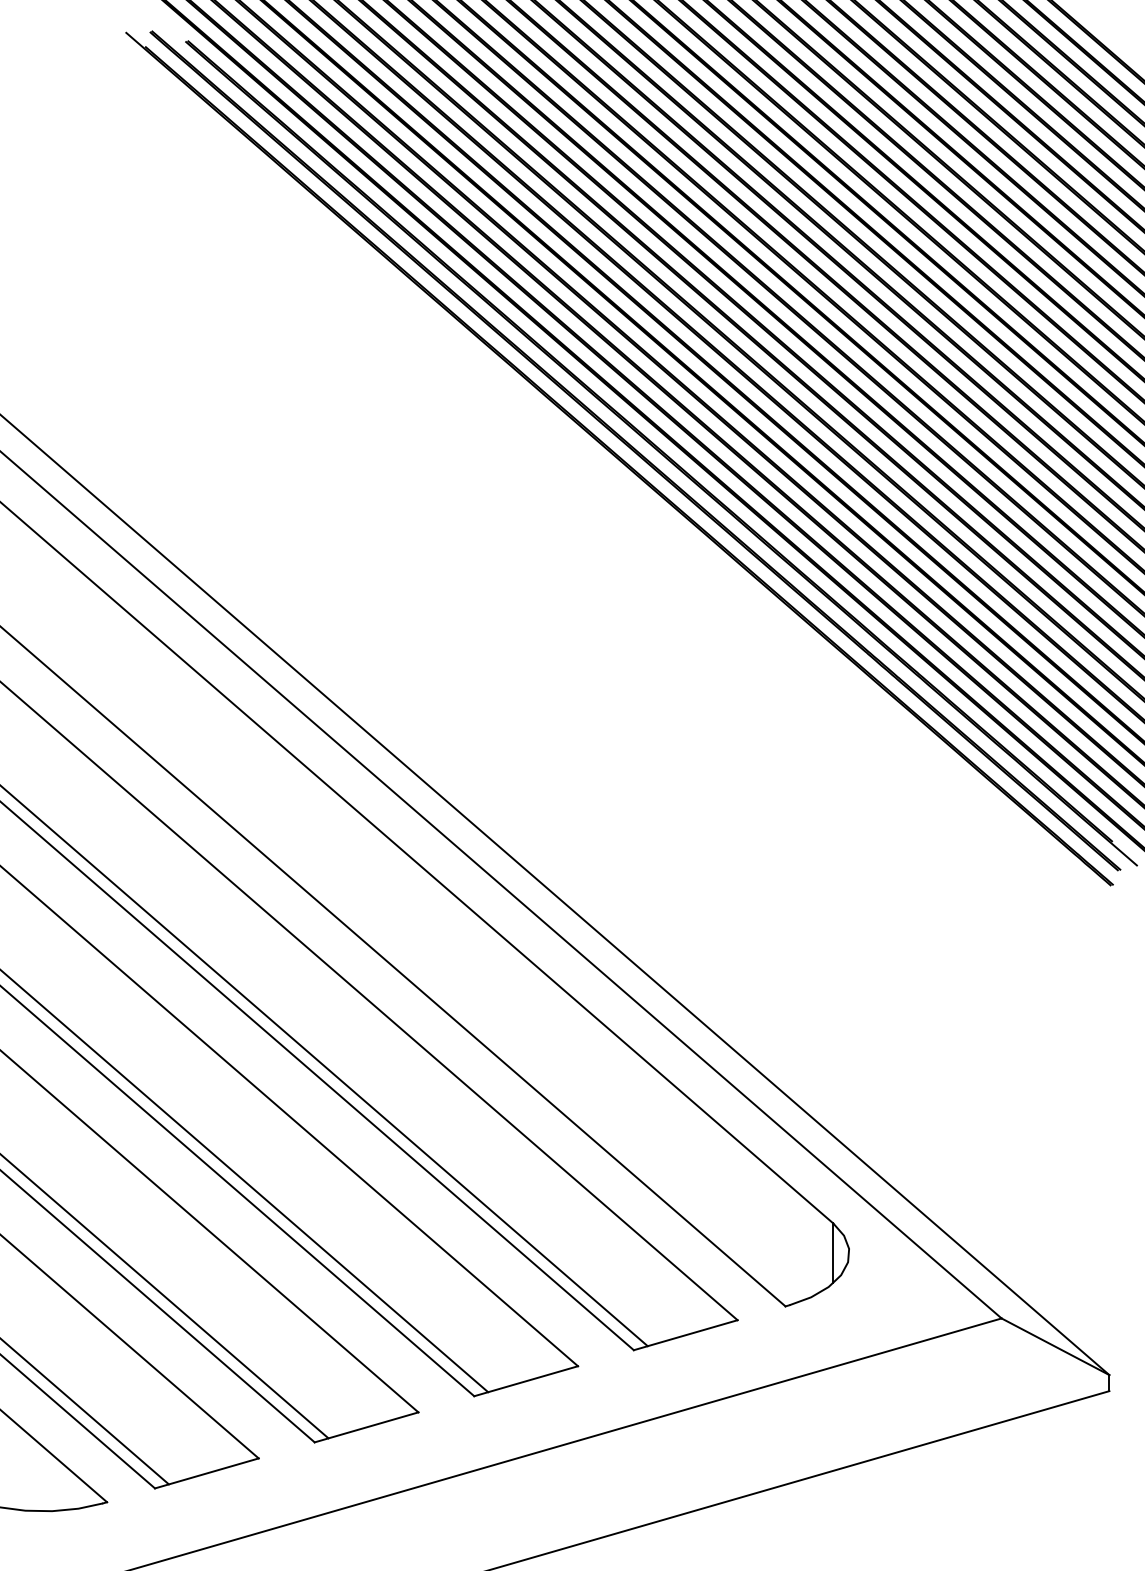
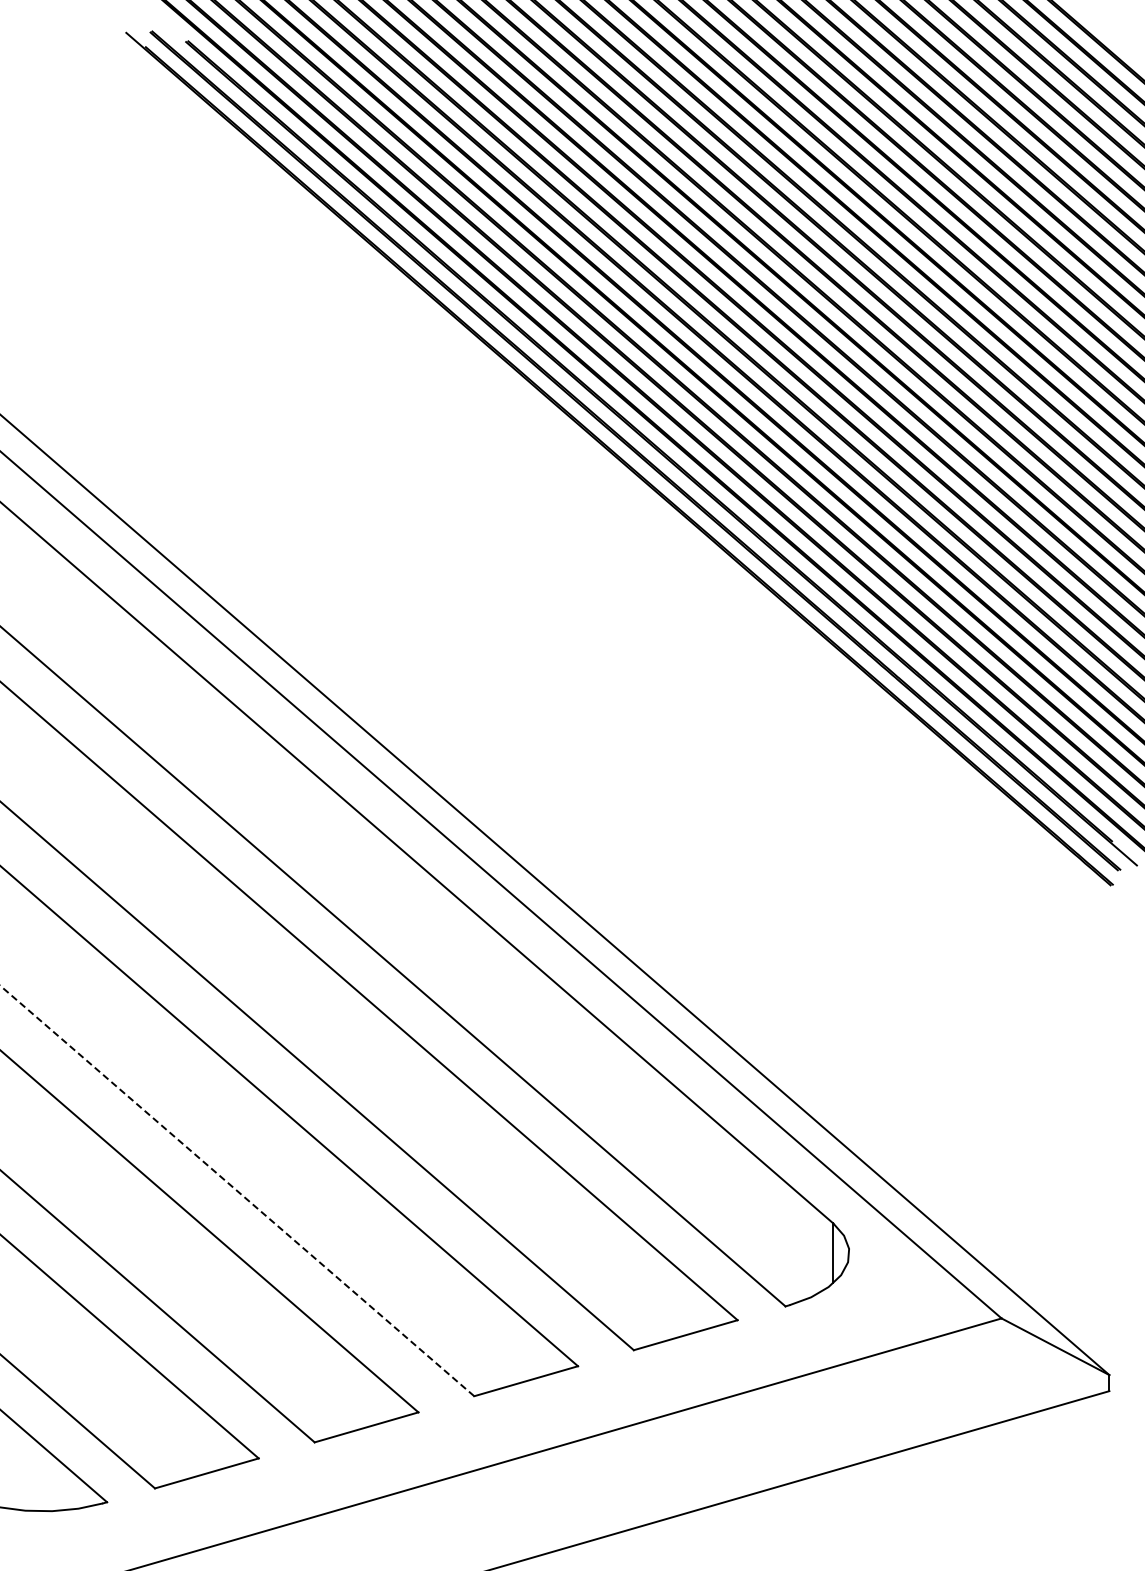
line at (324, 1066): present -> none
line at (245, 1181): present -> none
line at (236, 1190): solid -> dashed
line at (165, 1297): present -> none
line at (85, 1412): present -> none
